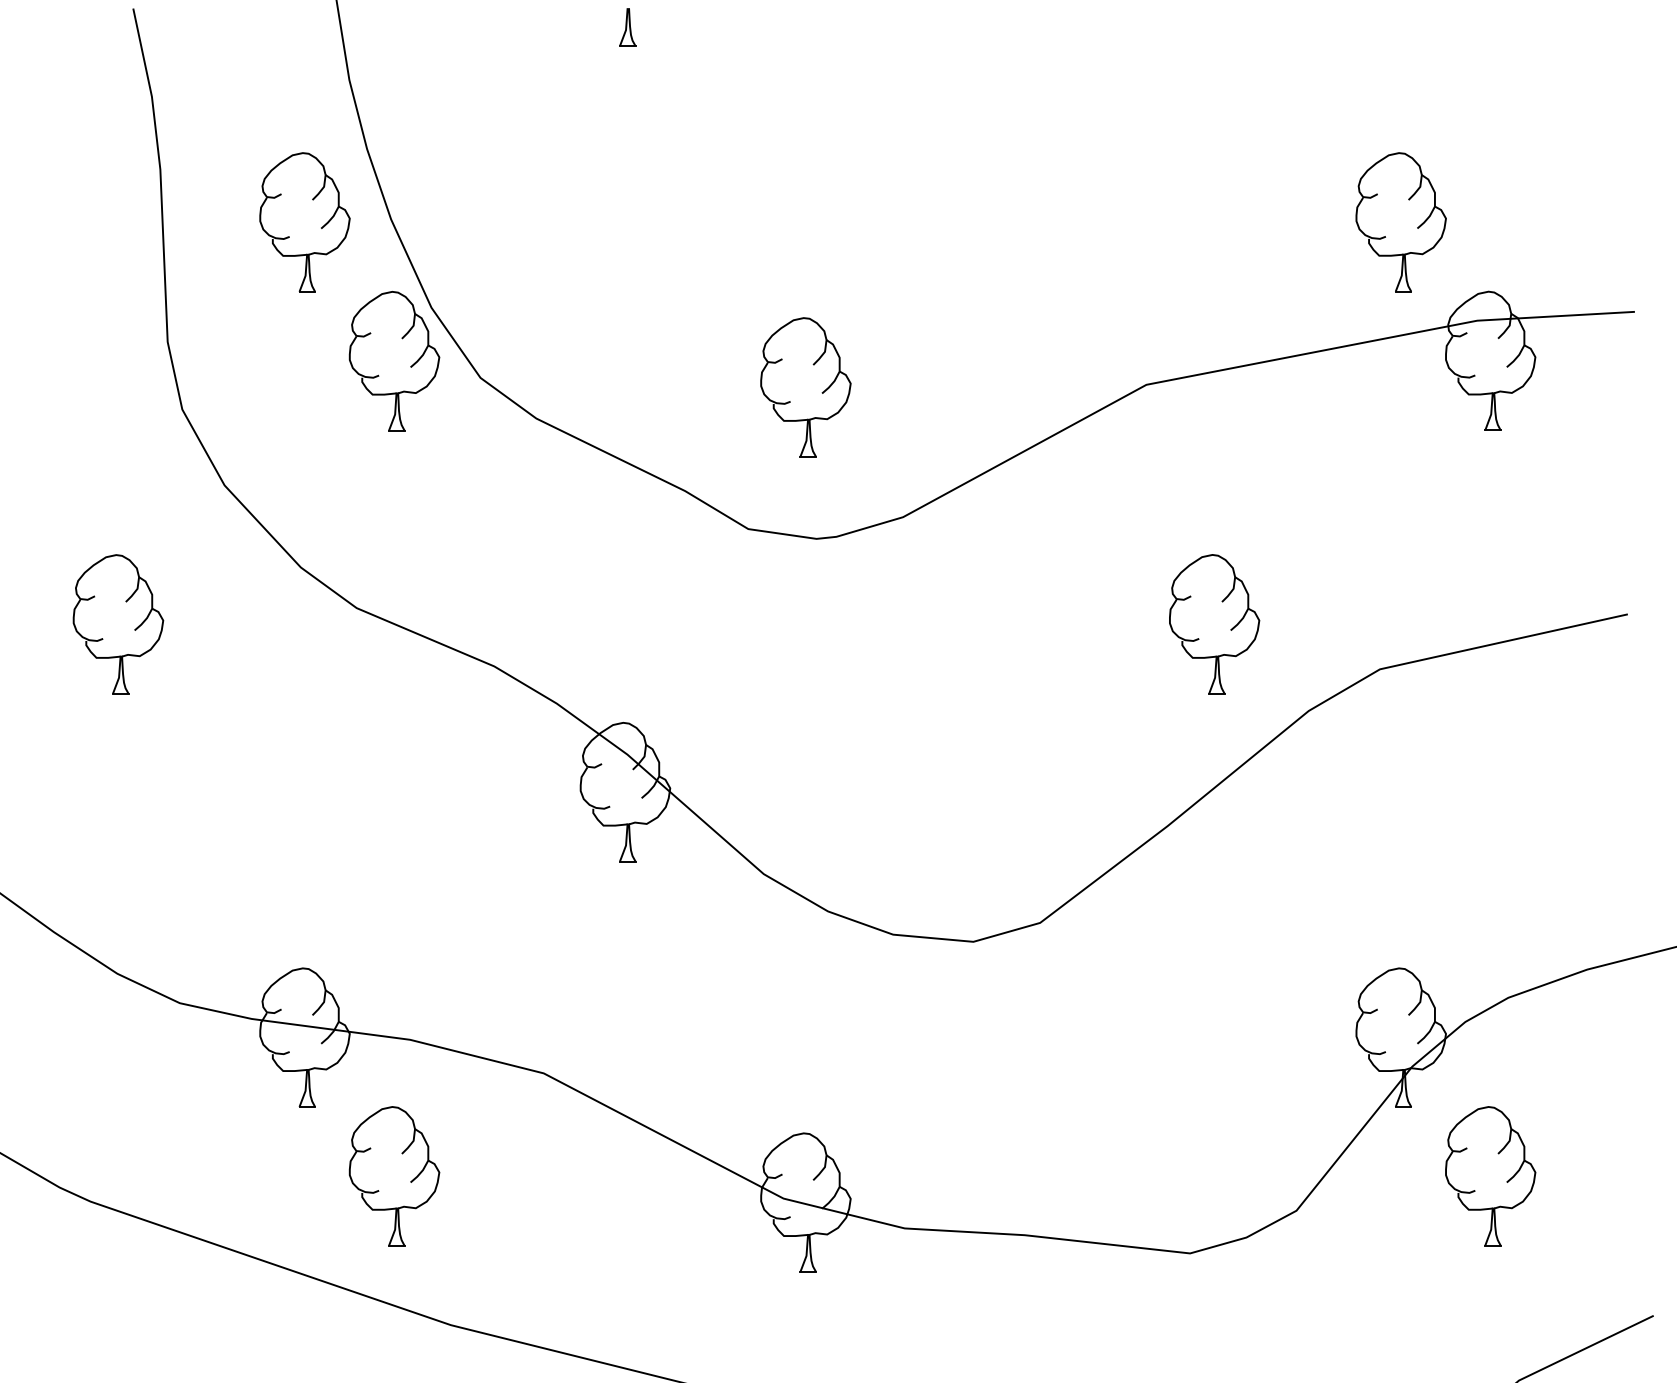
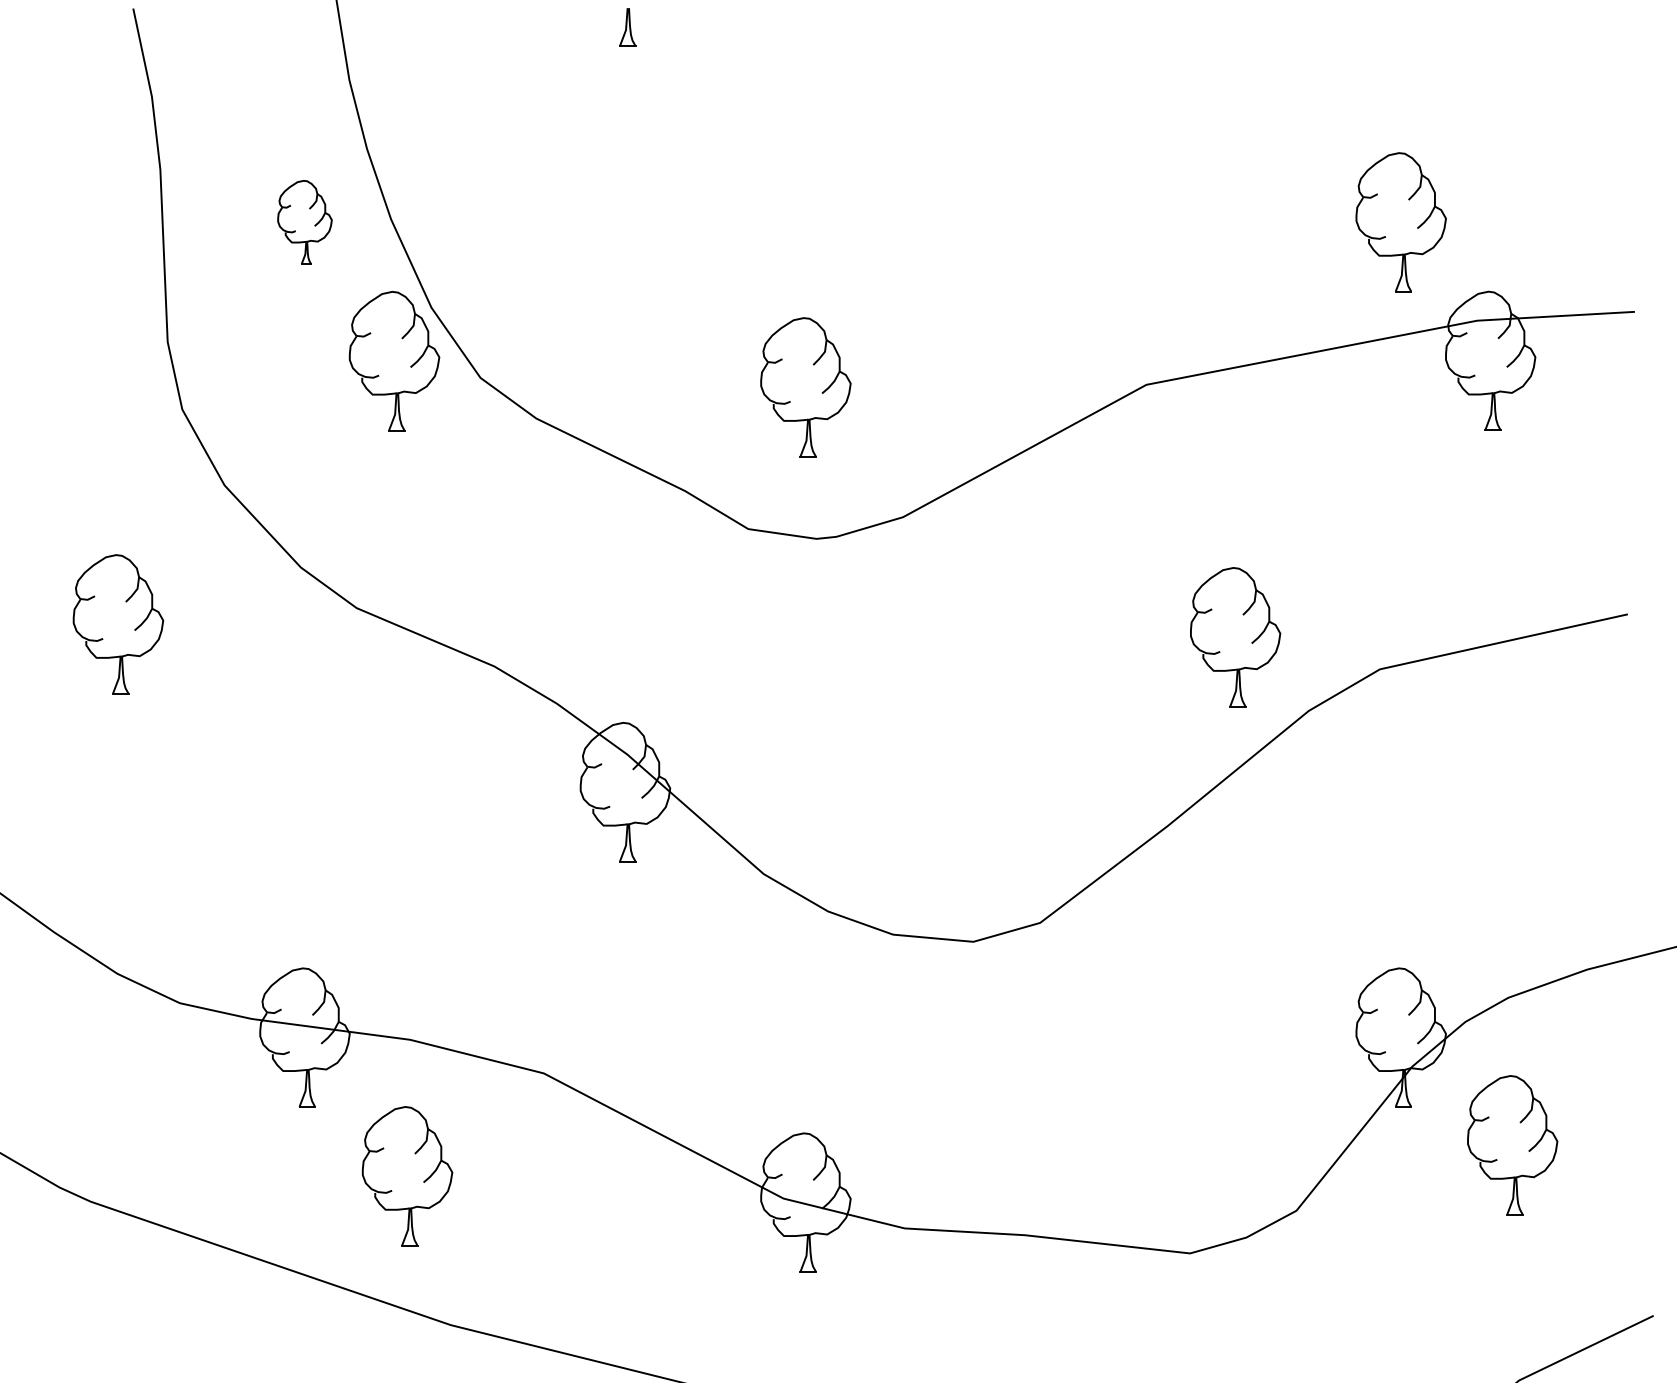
part at (304, 222) size: 92x141 px -> 56x85 px
part at (1214, 624) position: (1214, 624) -> (1235, 637)
part at (394, 1176) position: (394, 1176) -> (407, 1176)
part at (1490, 1176) position: (1490, 1176) -> (1512, 1145)
